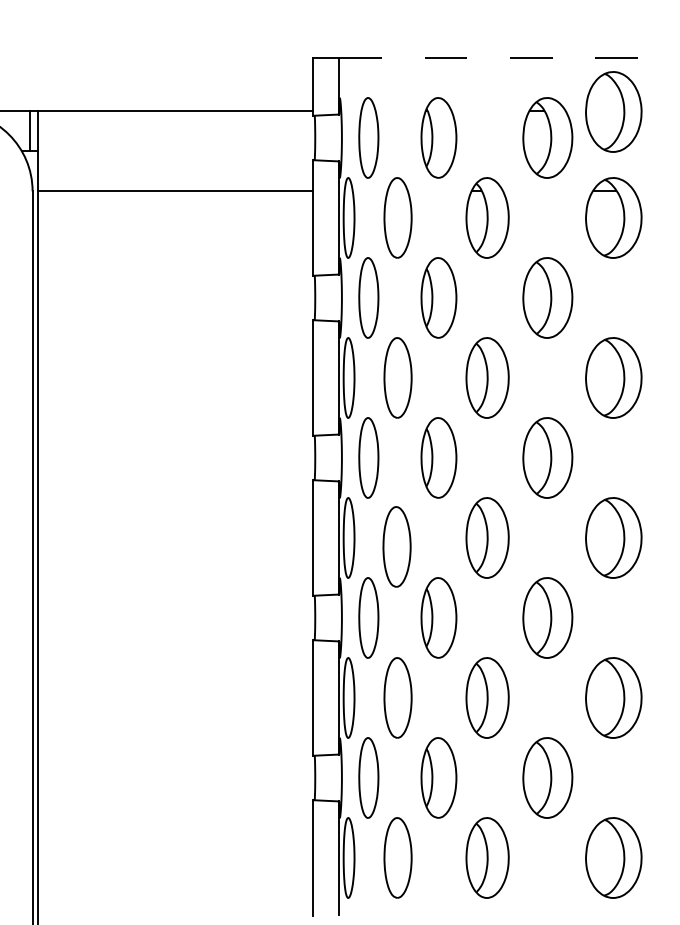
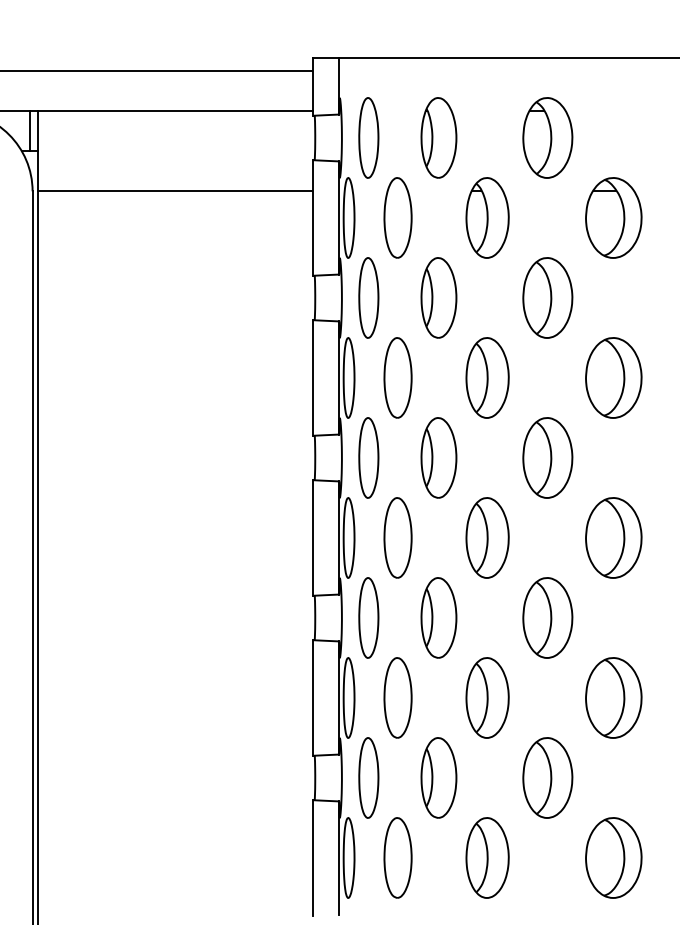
line at (509, 58): dashed -> solid
line at (157, 71): none -> present
part at (613, 111): present -> none
part at (396, 546) position: (396, 546) -> (397, 537)
